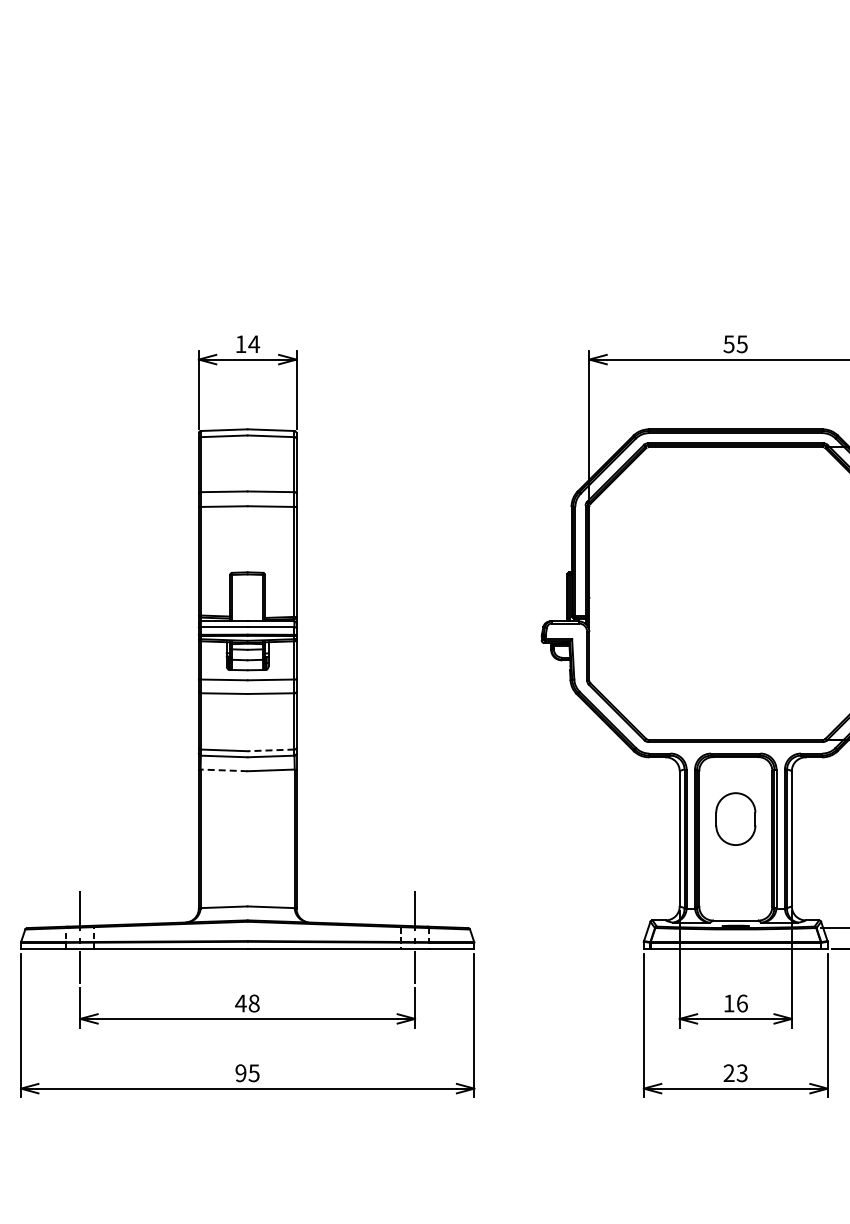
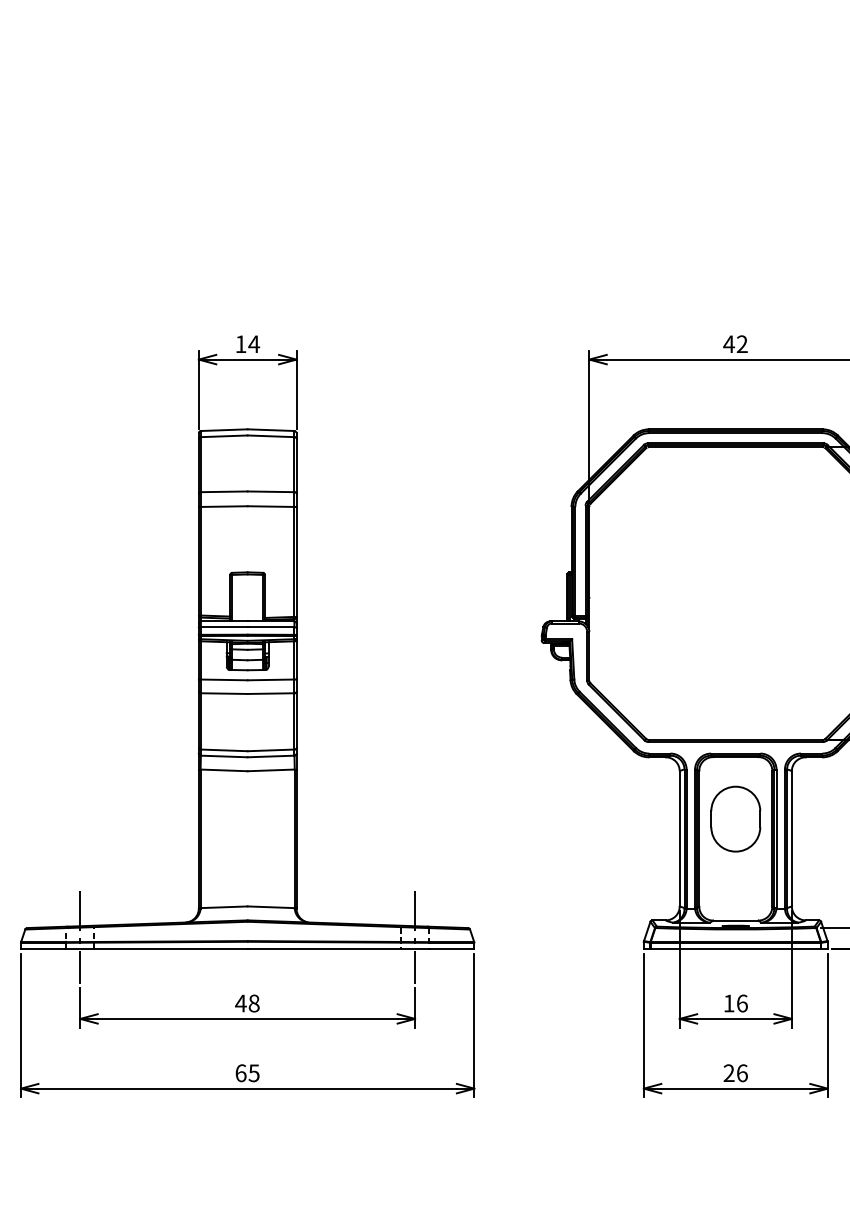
text at (735, 344): 55 -> 42
line at (270, 750): dashed -> solid
line at (224, 770): dashed -> solid
part at (735, 818) size: 42x54 px -> 52x68 px
text at (240, 1073): 95 -> 65
text at (741, 1073): 23 -> 26
